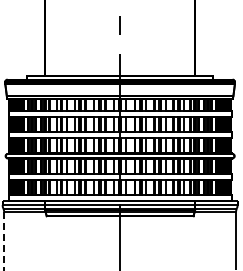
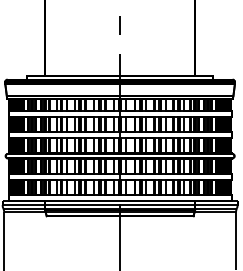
line at (4, 241): dashed -> solid
